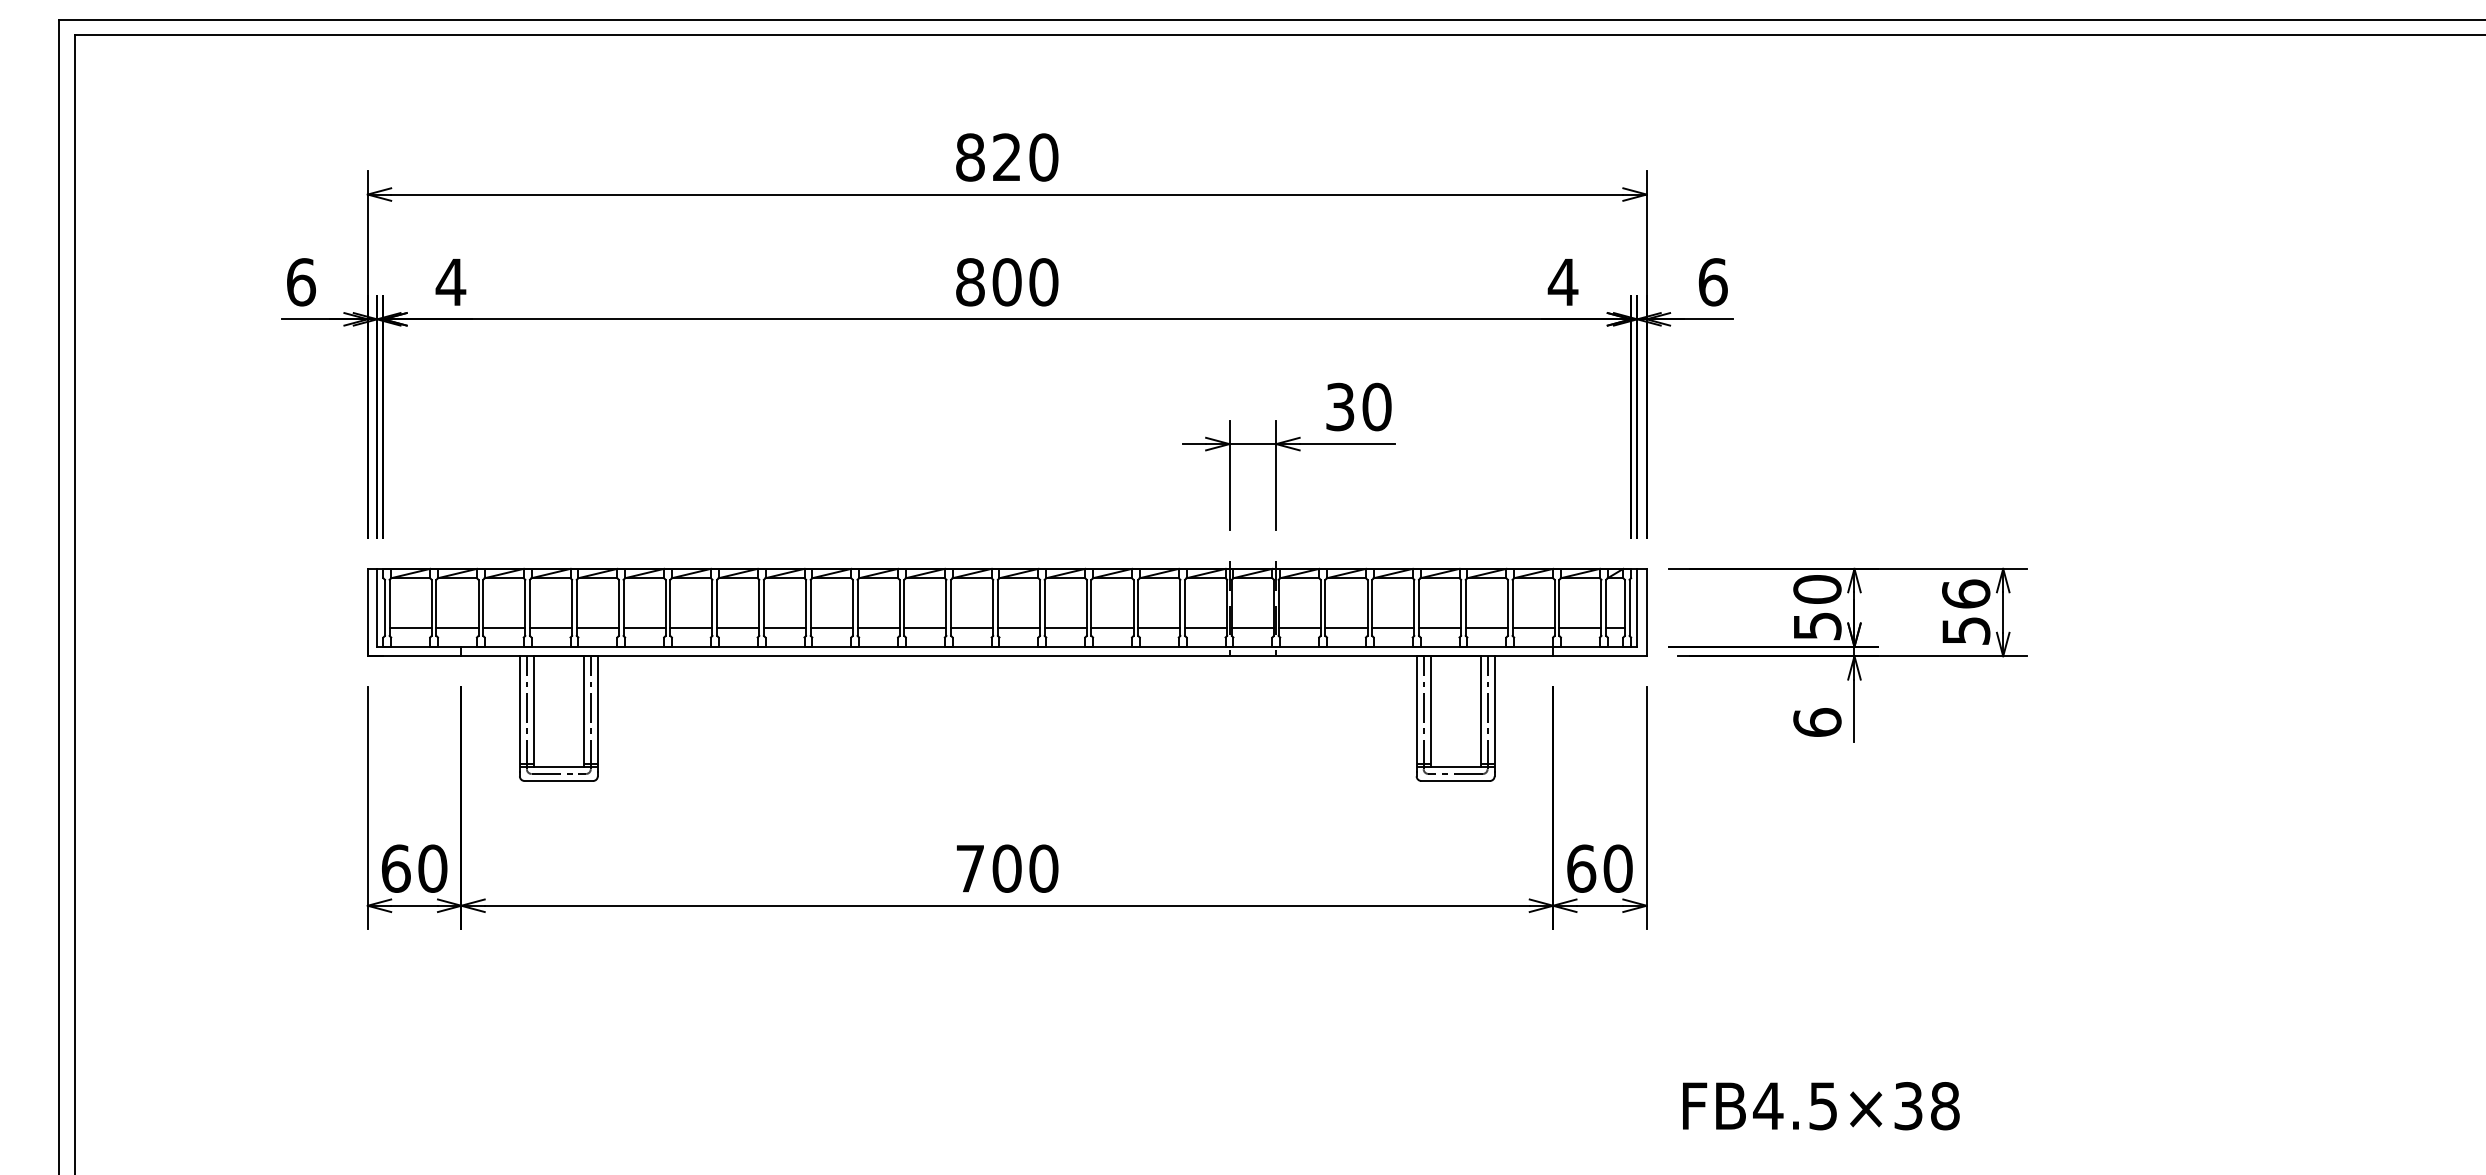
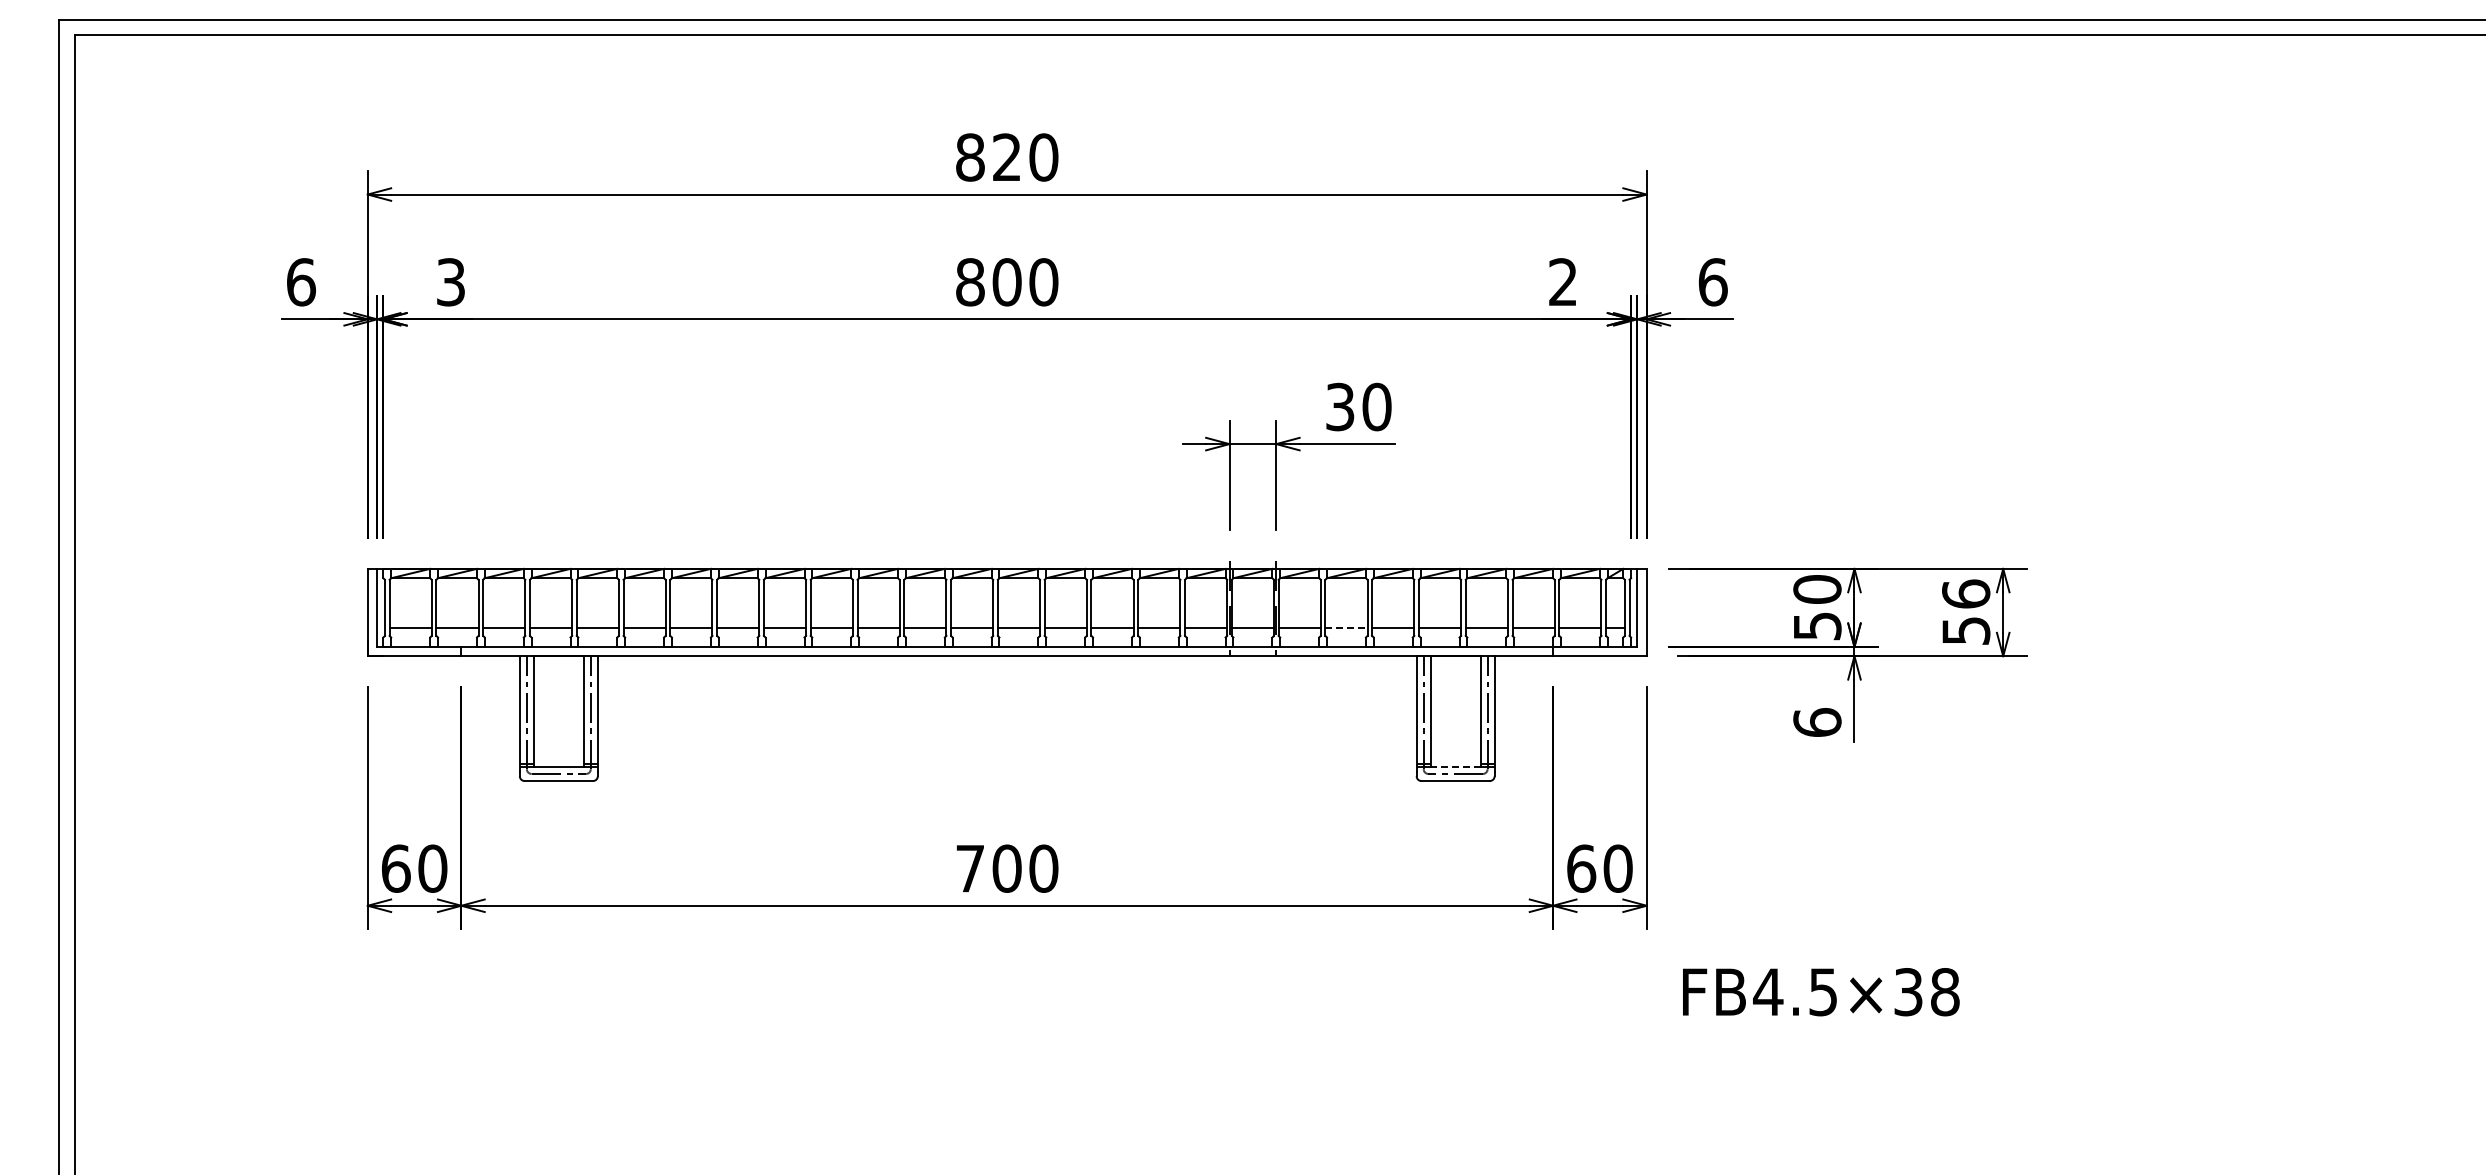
text at (1562, 281): 4 -> 2
text at (450, 282): 4 -> 3
line at (1346, 628): solid -> dashed
line at (1455, 766): solid -> dashed
text at (1821, 1106) position: (1821, 1106) -> (1821, 992)
